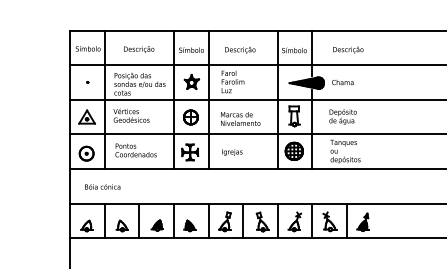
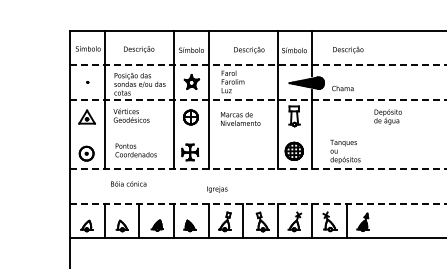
text at (240, 50) position: (240, 50) -> (249, 50)
line at (258, 65): solid -> dashed
text at (342, 82) position: (342, 82) -> (342, 88)
line at (258, 99): solid -> dashed
text at (342, 116) position: (342, 116) -> (387, 116)
line at (256, 134): present -> none
text at (232, 152) position: (232, 152) -> (217, 189)
line at (258, 169): solid -> dashed
text at (102, 186) position: (102, 186) -> (128, 183)
line at (258, 203): solid -> dashed
